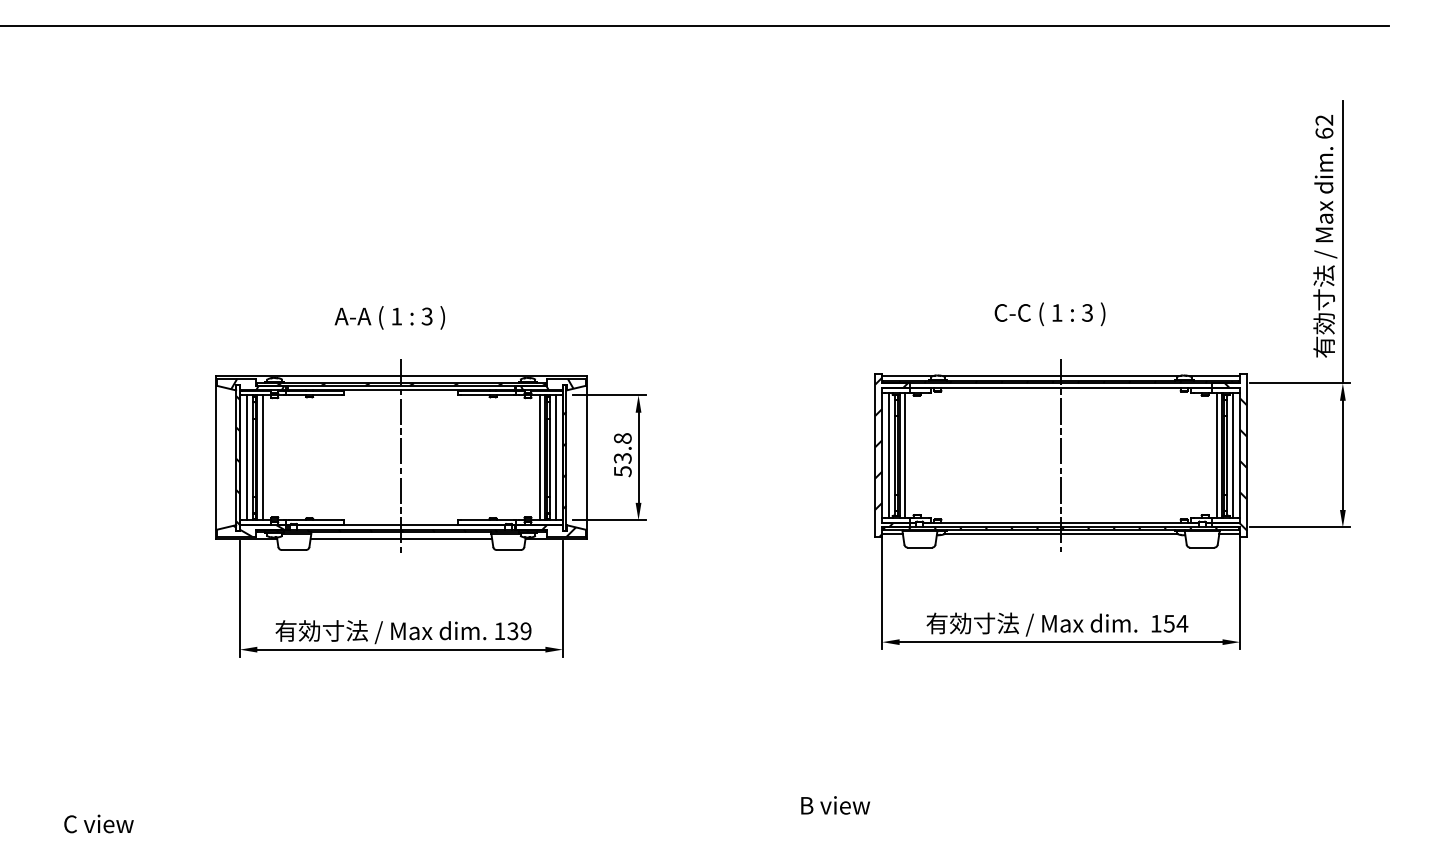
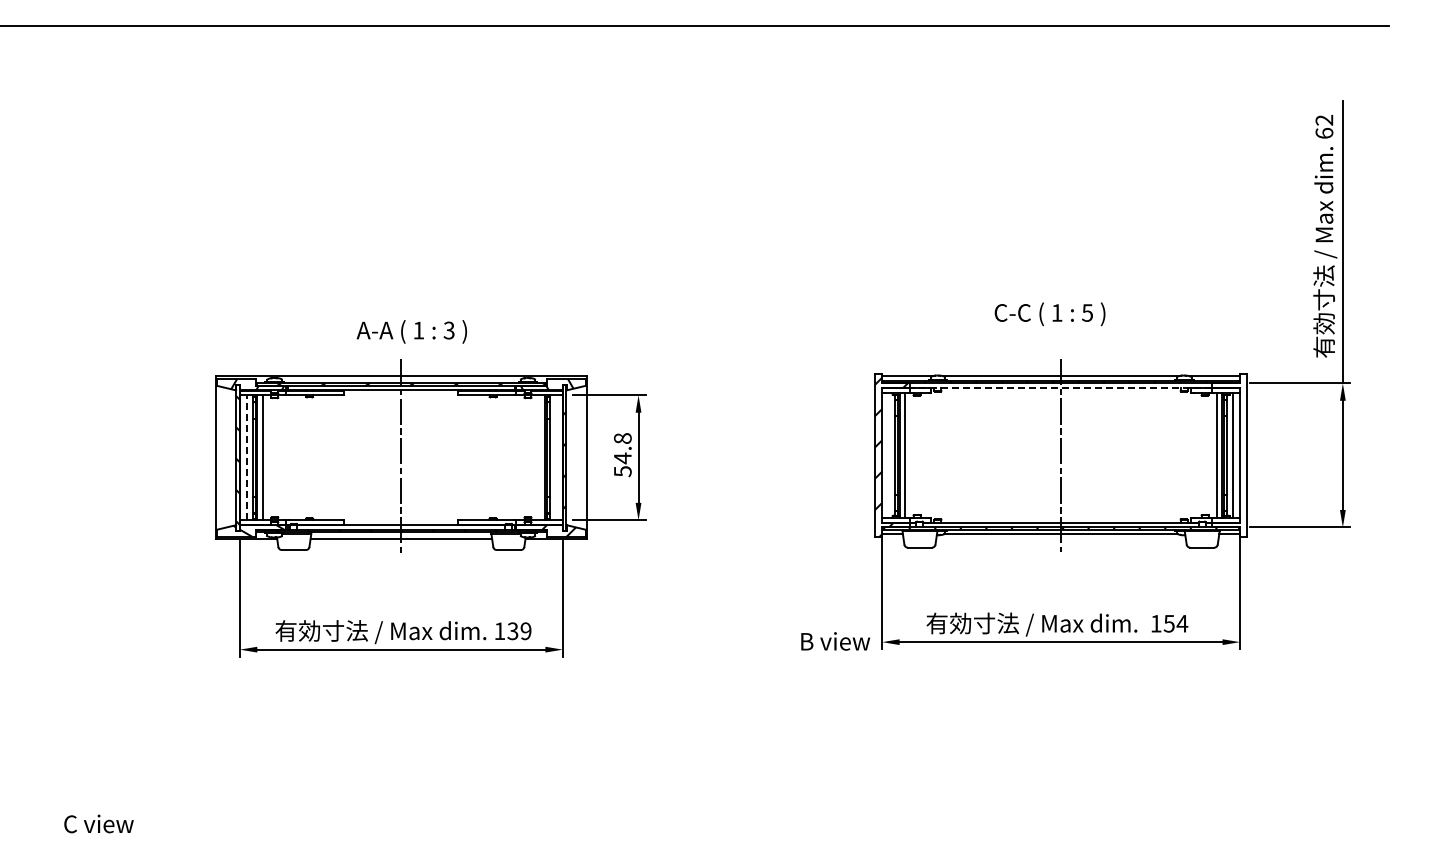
text at (1087, 312): 3 -> 5
text at (389, 317) position: (389, 317) -> (411, 331)
line at (1060, 388): solid -> dashed
line at (889, 454): present -> none
hatch at (1229, 456): present -> none
line at (246, 457): solid -> dashed
line at (539, 457): present -> none
line at (555, 457): present -> none
text at (622, 458): 53.8 -> 54.8
text at (835, 805) position: (835, 805) -> (835, 641)
